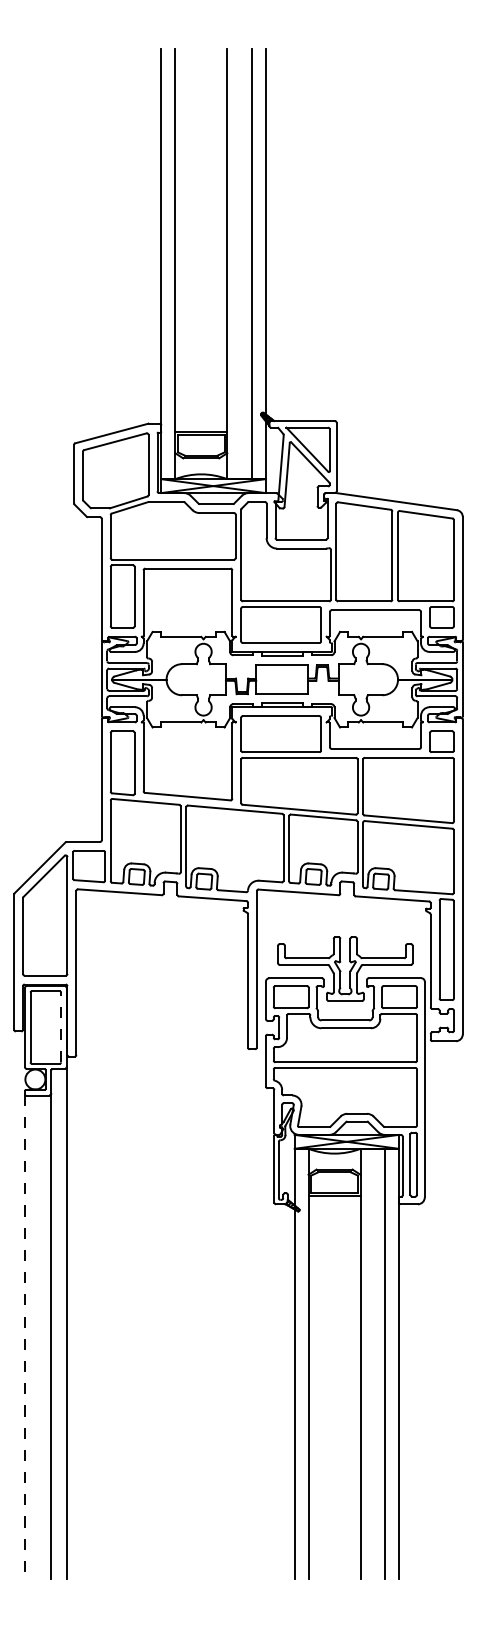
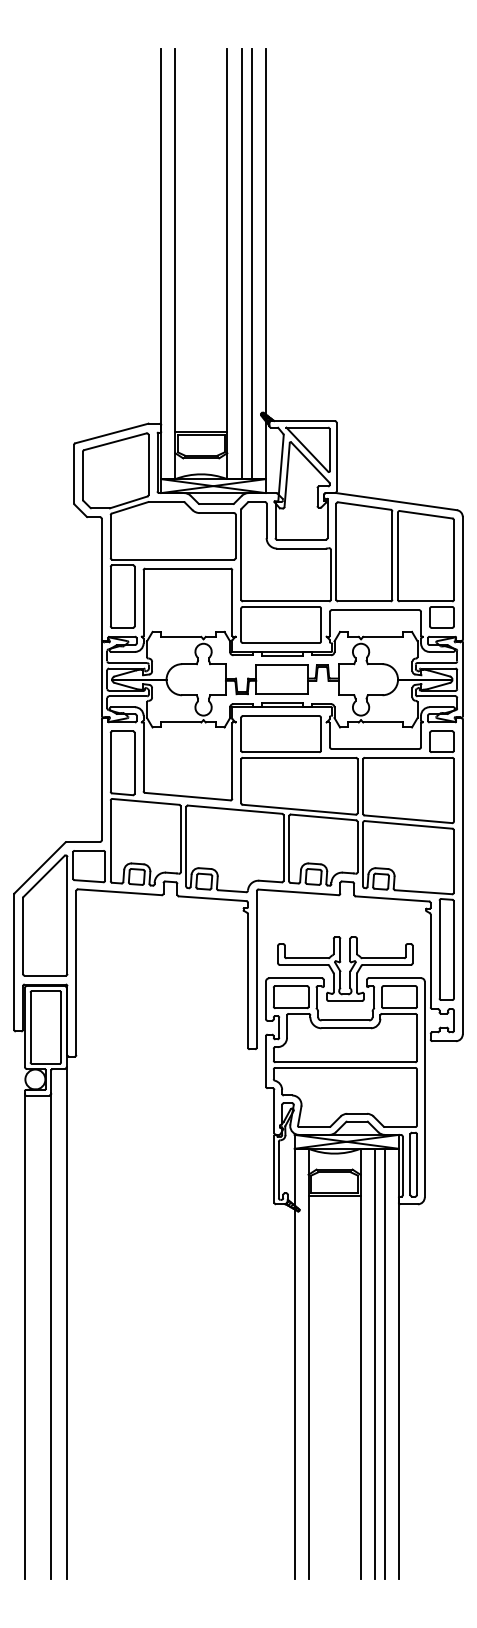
line at (241, 263): none -> present
line at (61, 1027): dashed -> solid
line at (24, 1337): dashed -> solid
line at (374, 1363): none -> present
